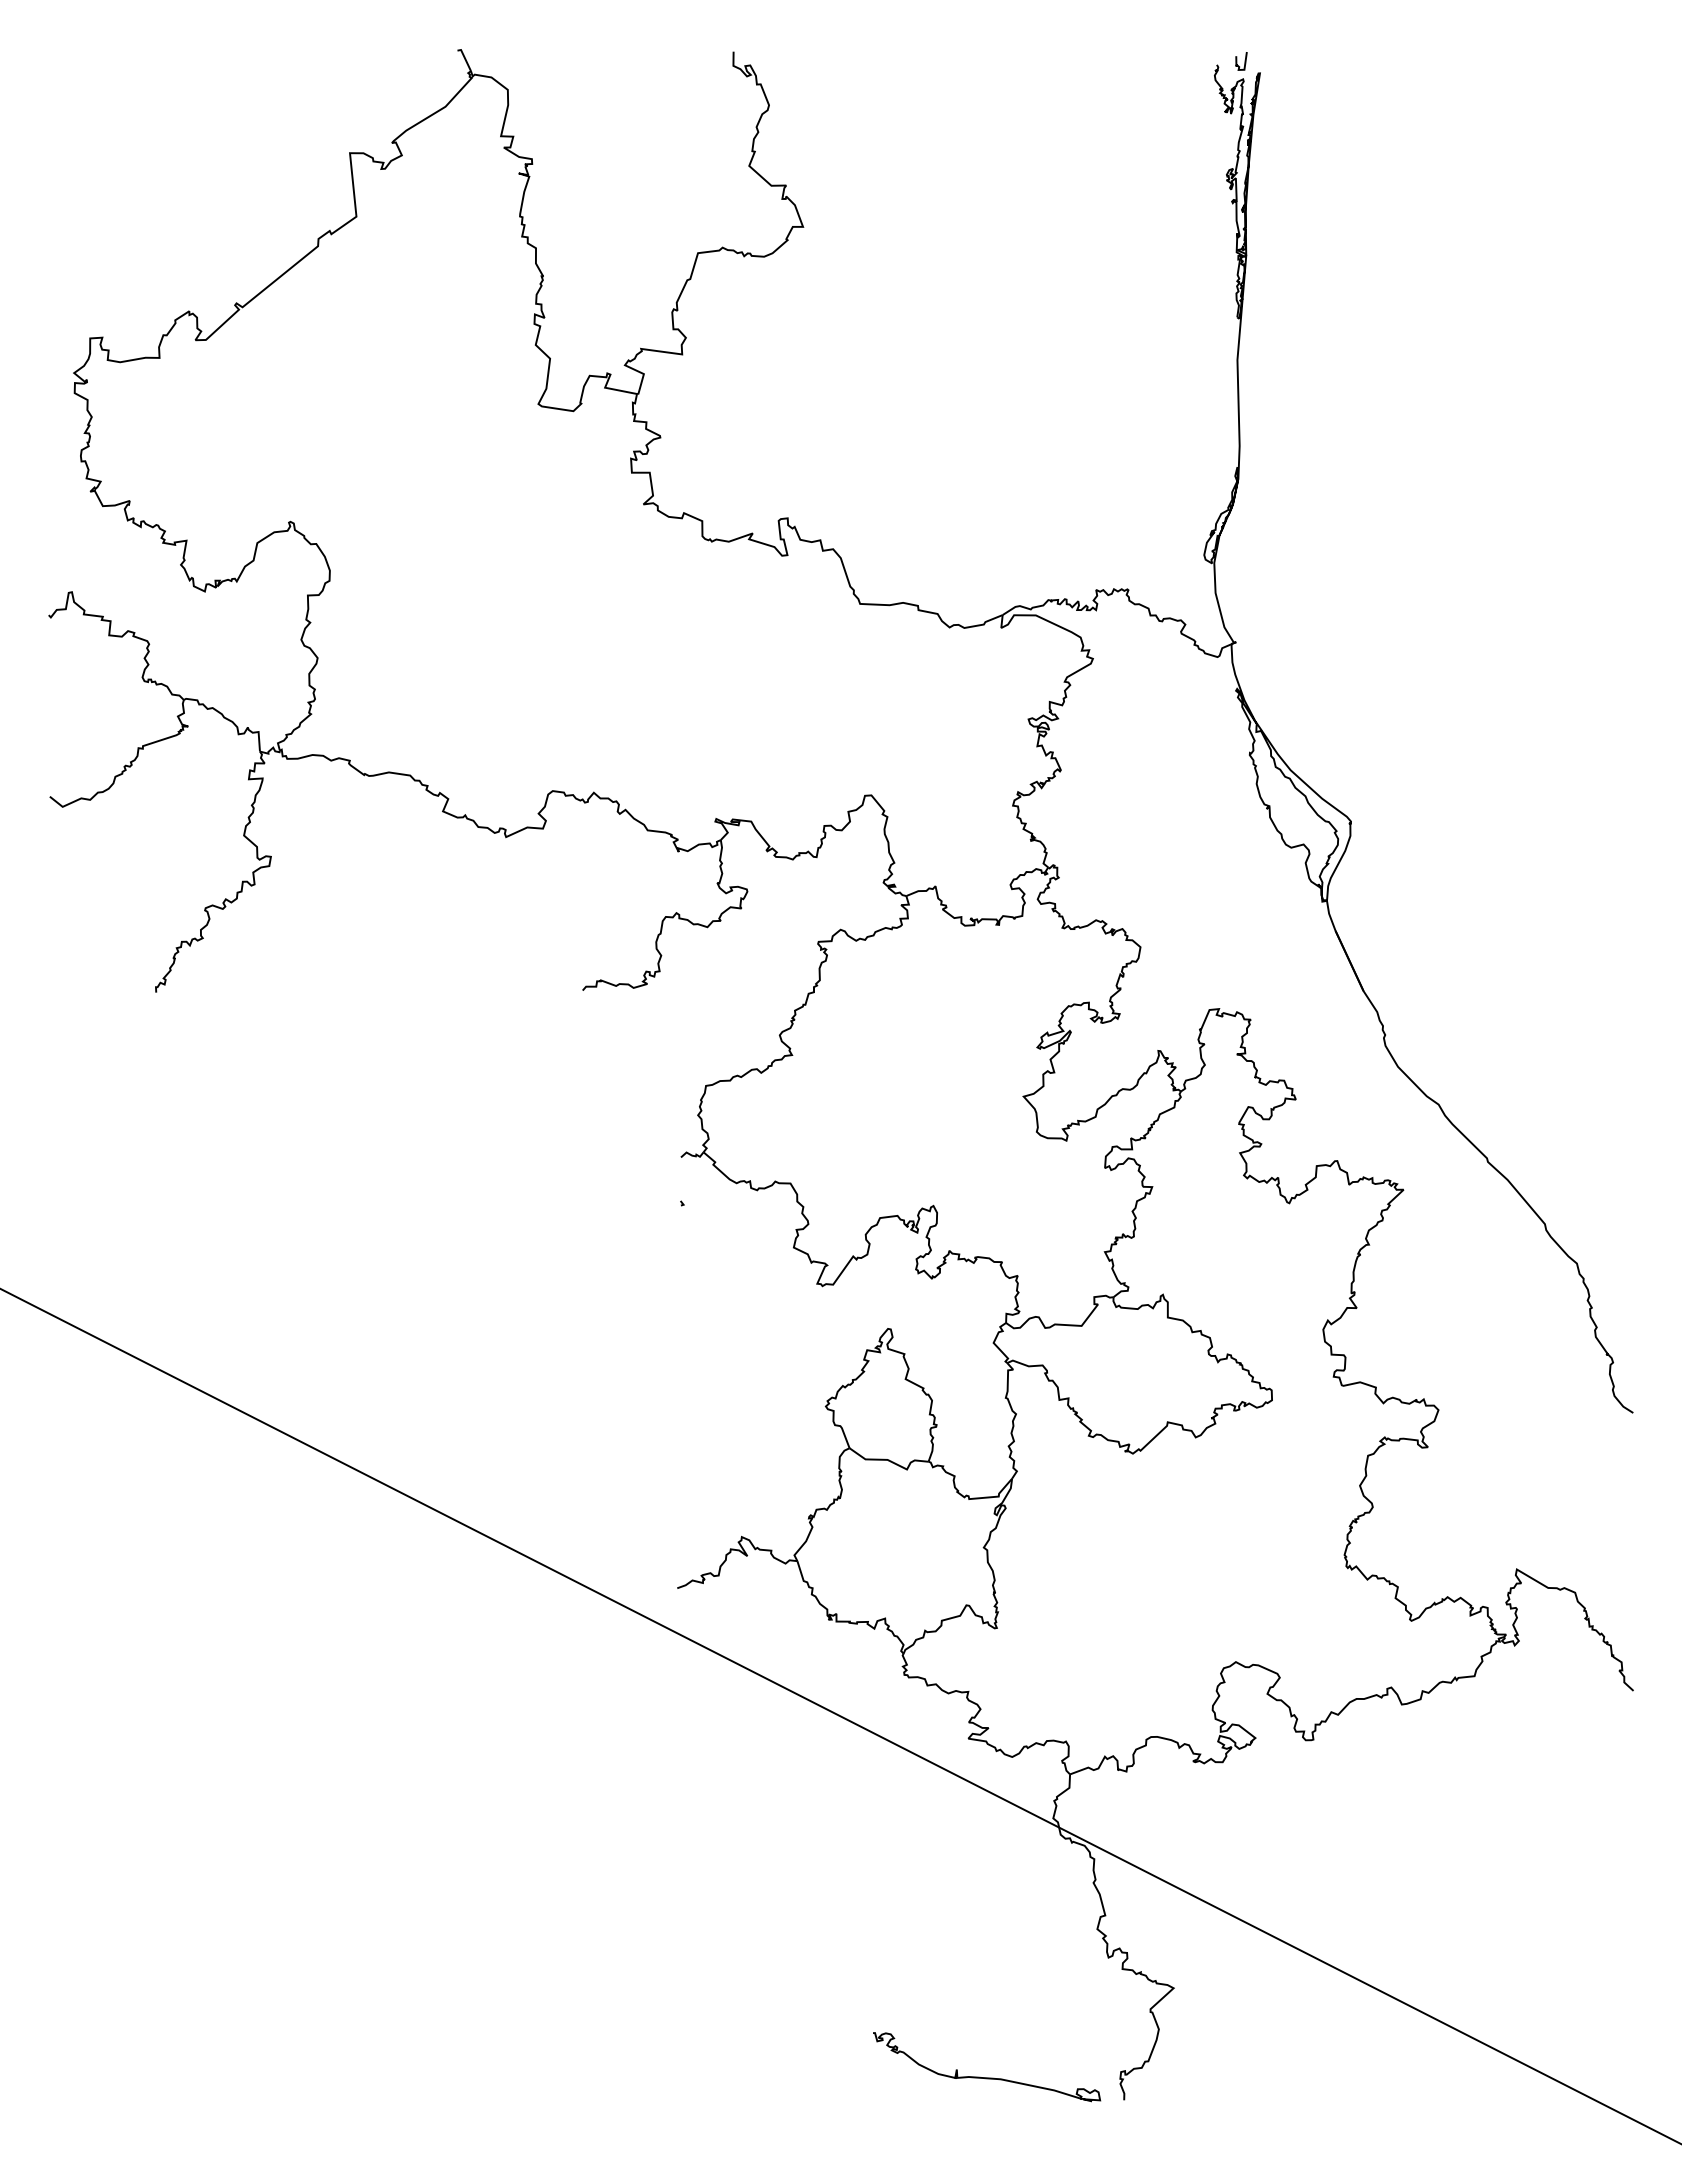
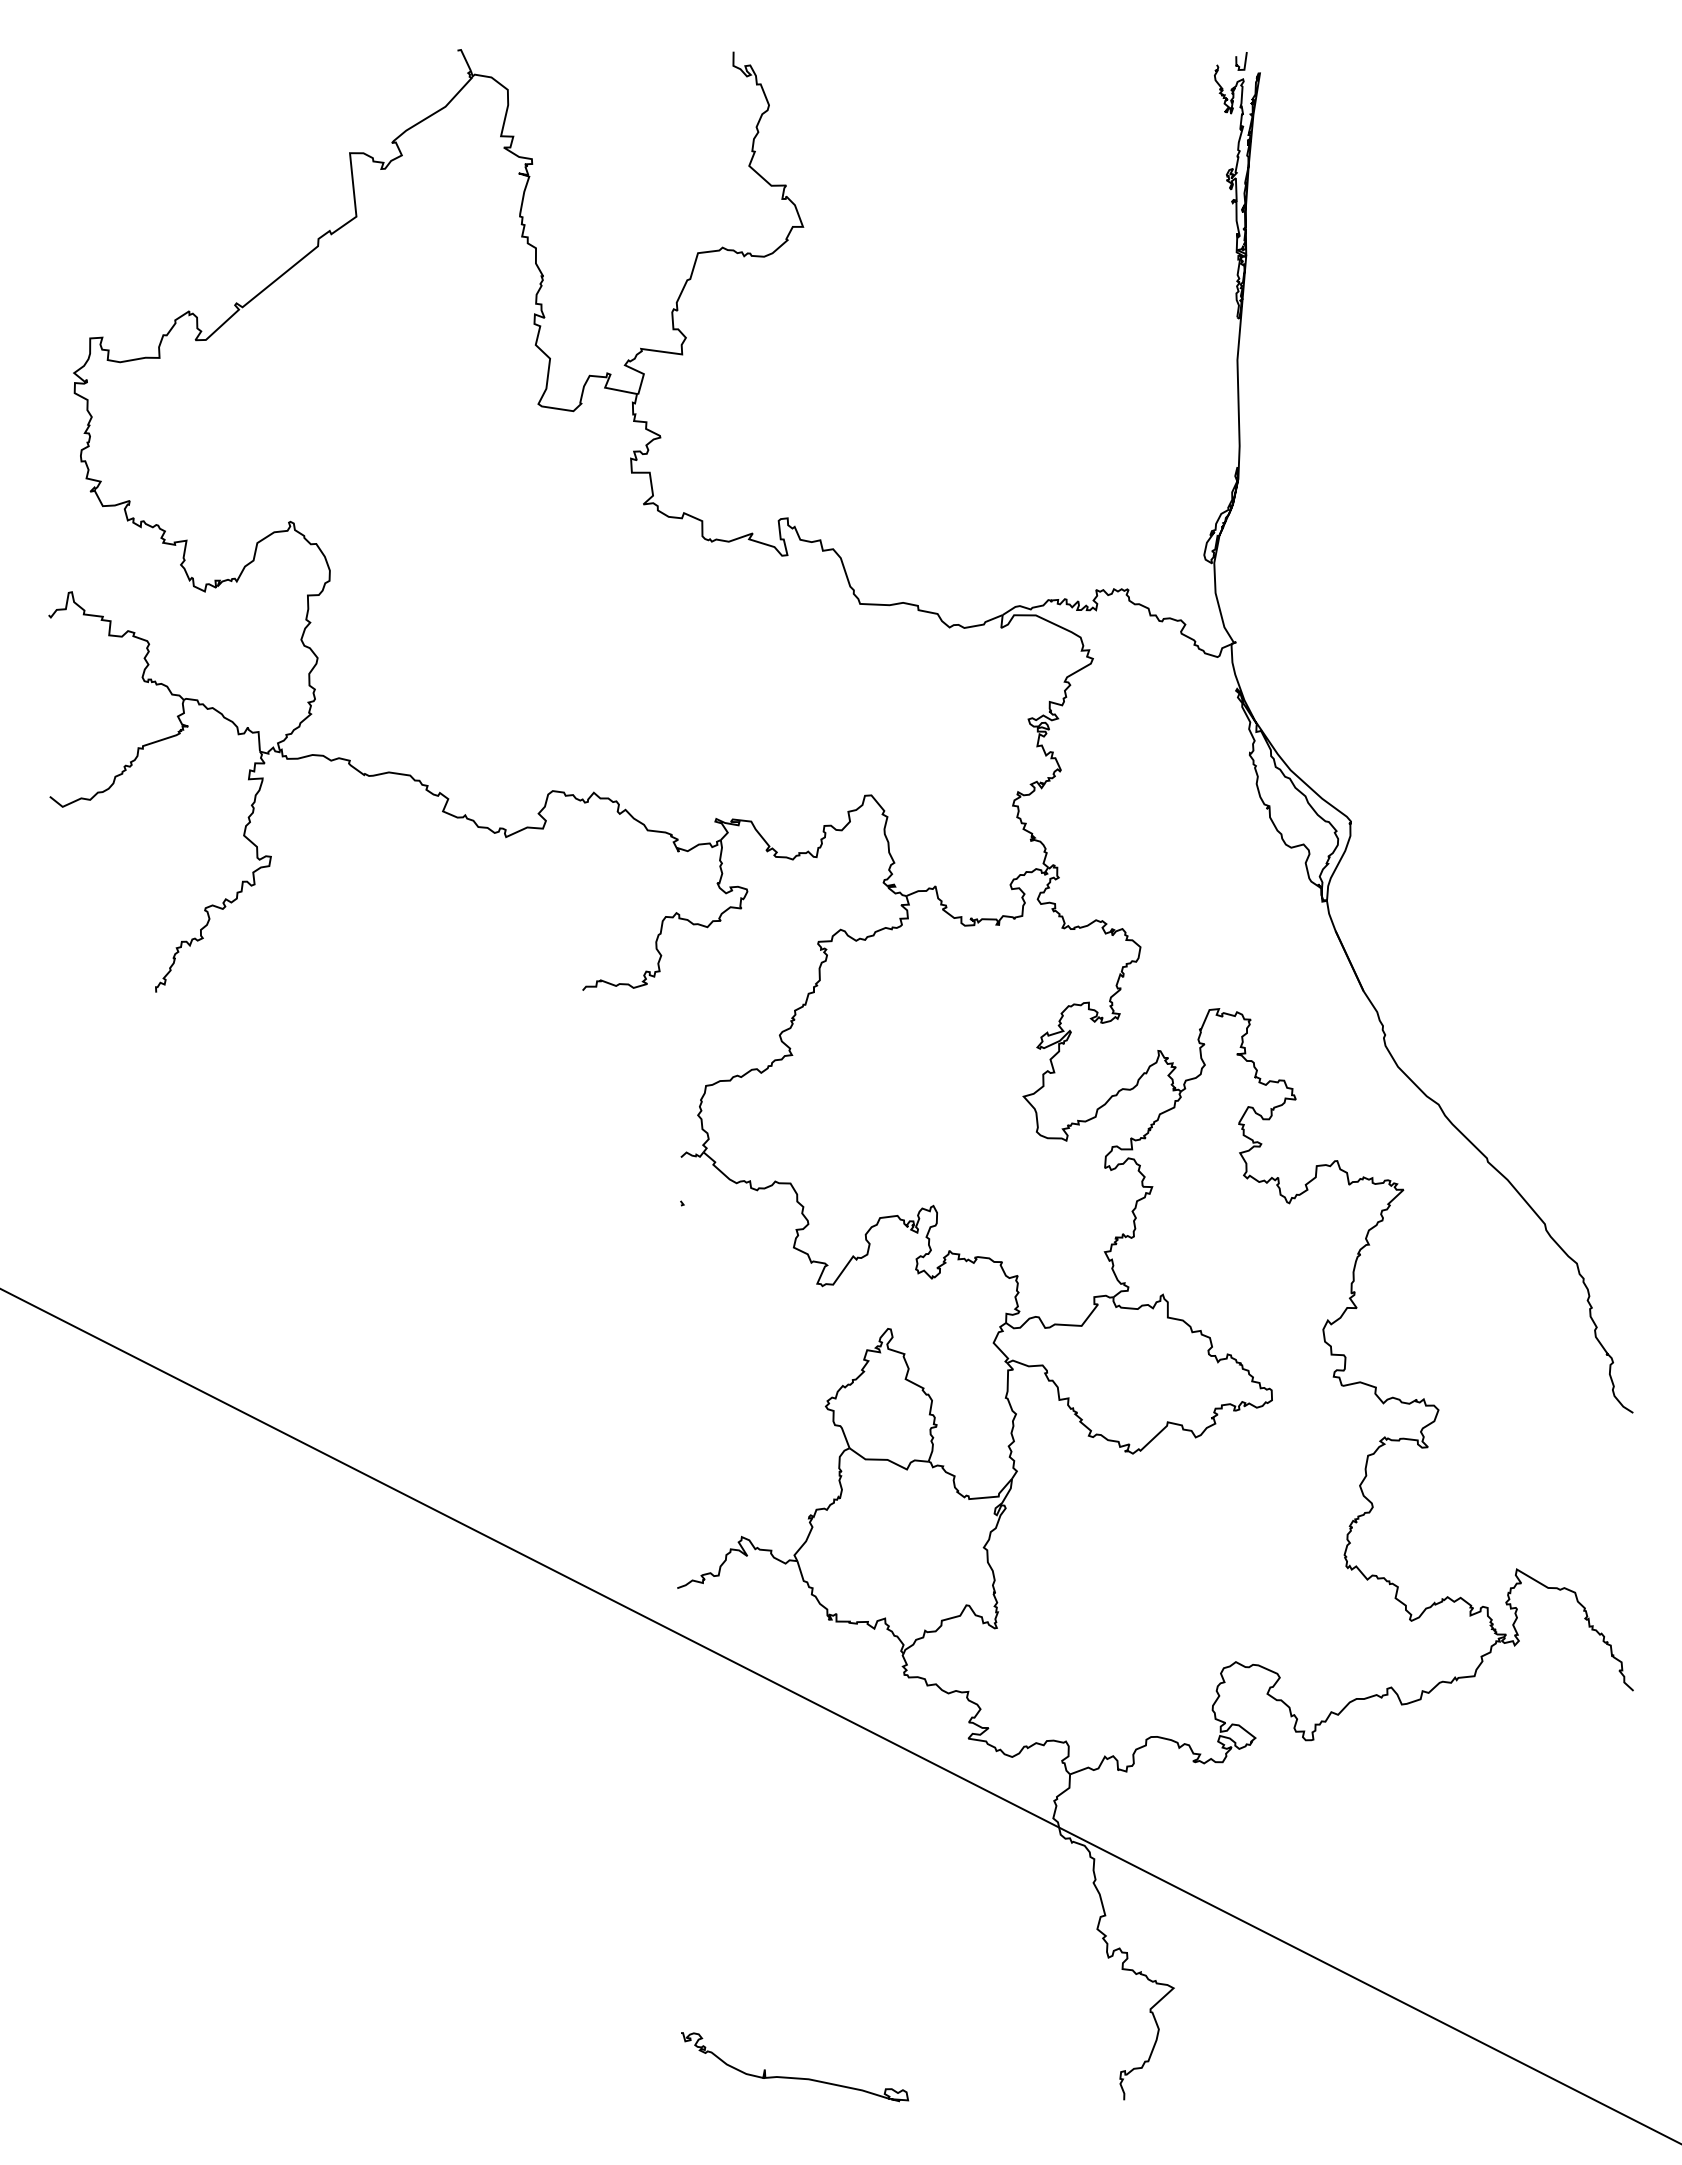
curve at (987, 2077) position: (987, 2077) -> (795, 2077)
